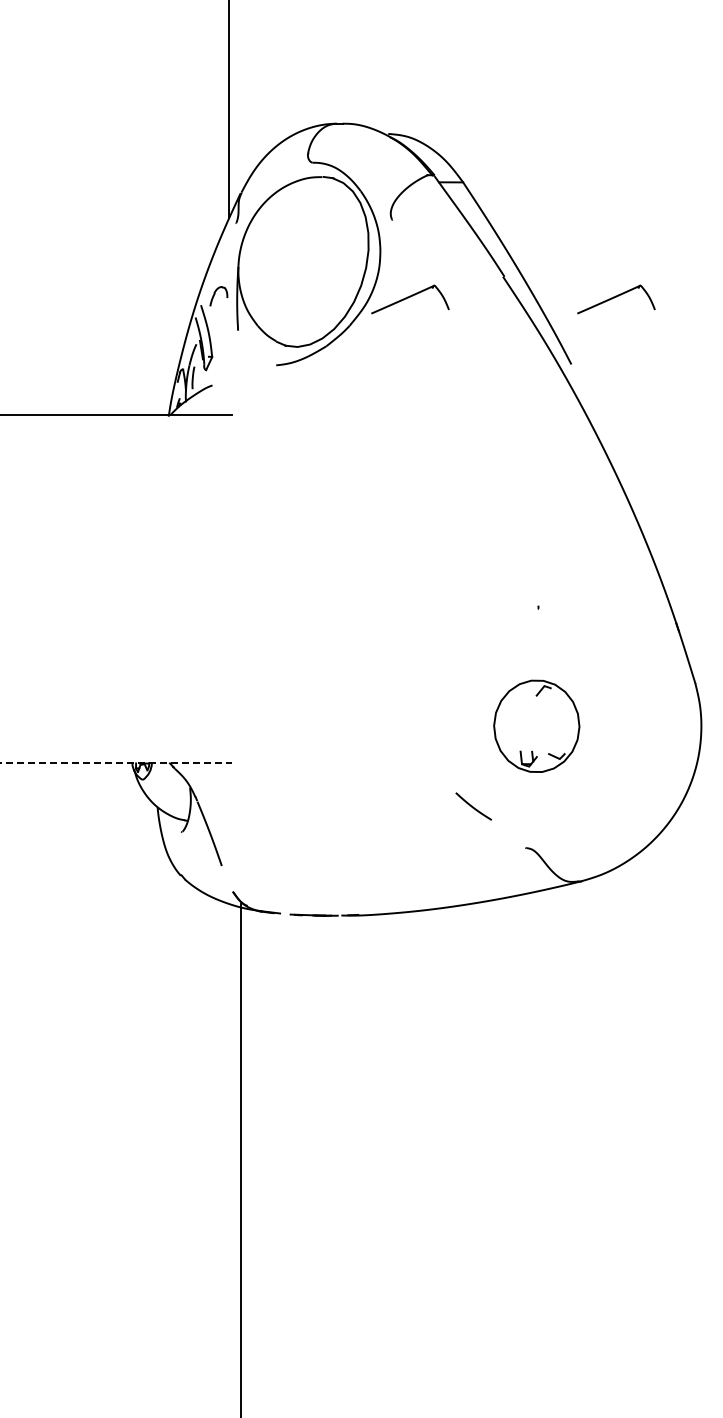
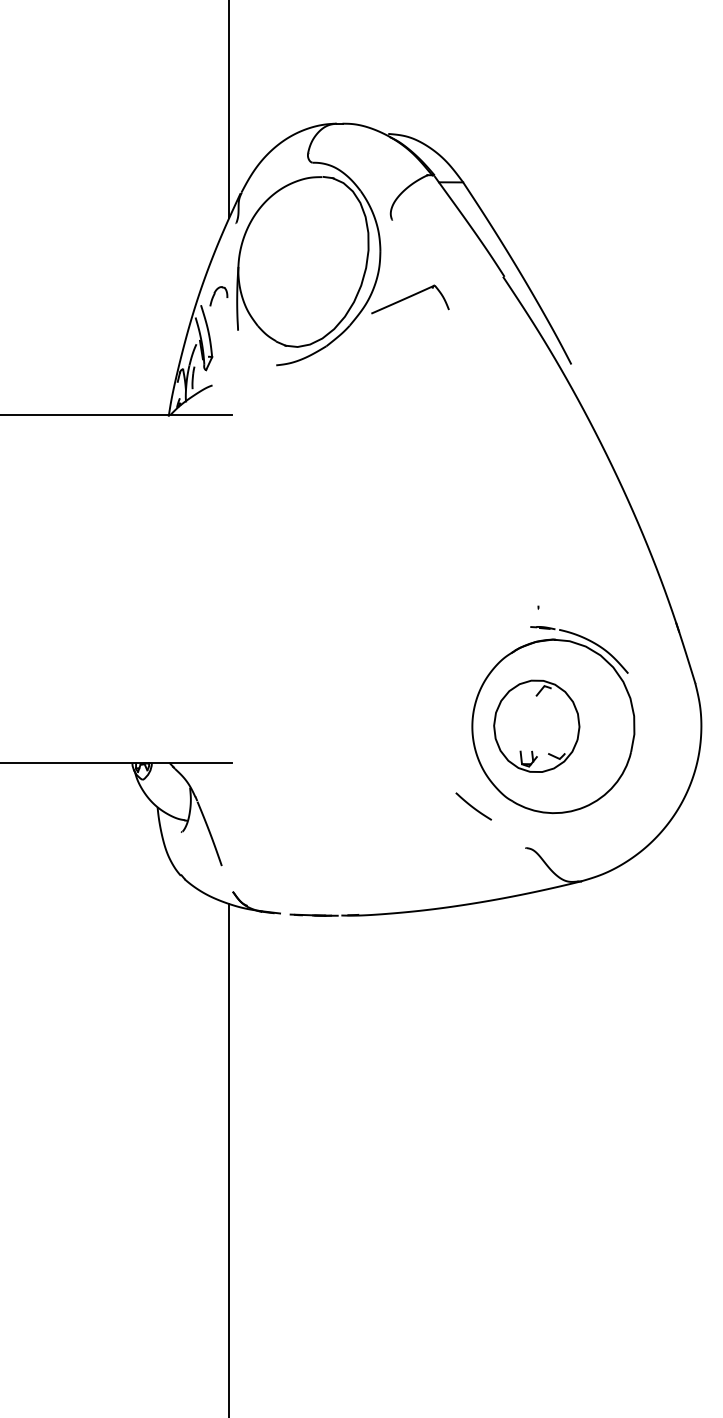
part at (616, 299): present -> none
part at (553, 720): none -> present
line at (116, 763): dashed -> solid
line at (241, 1159) position: (241, 1159) -> (229, 1159)
